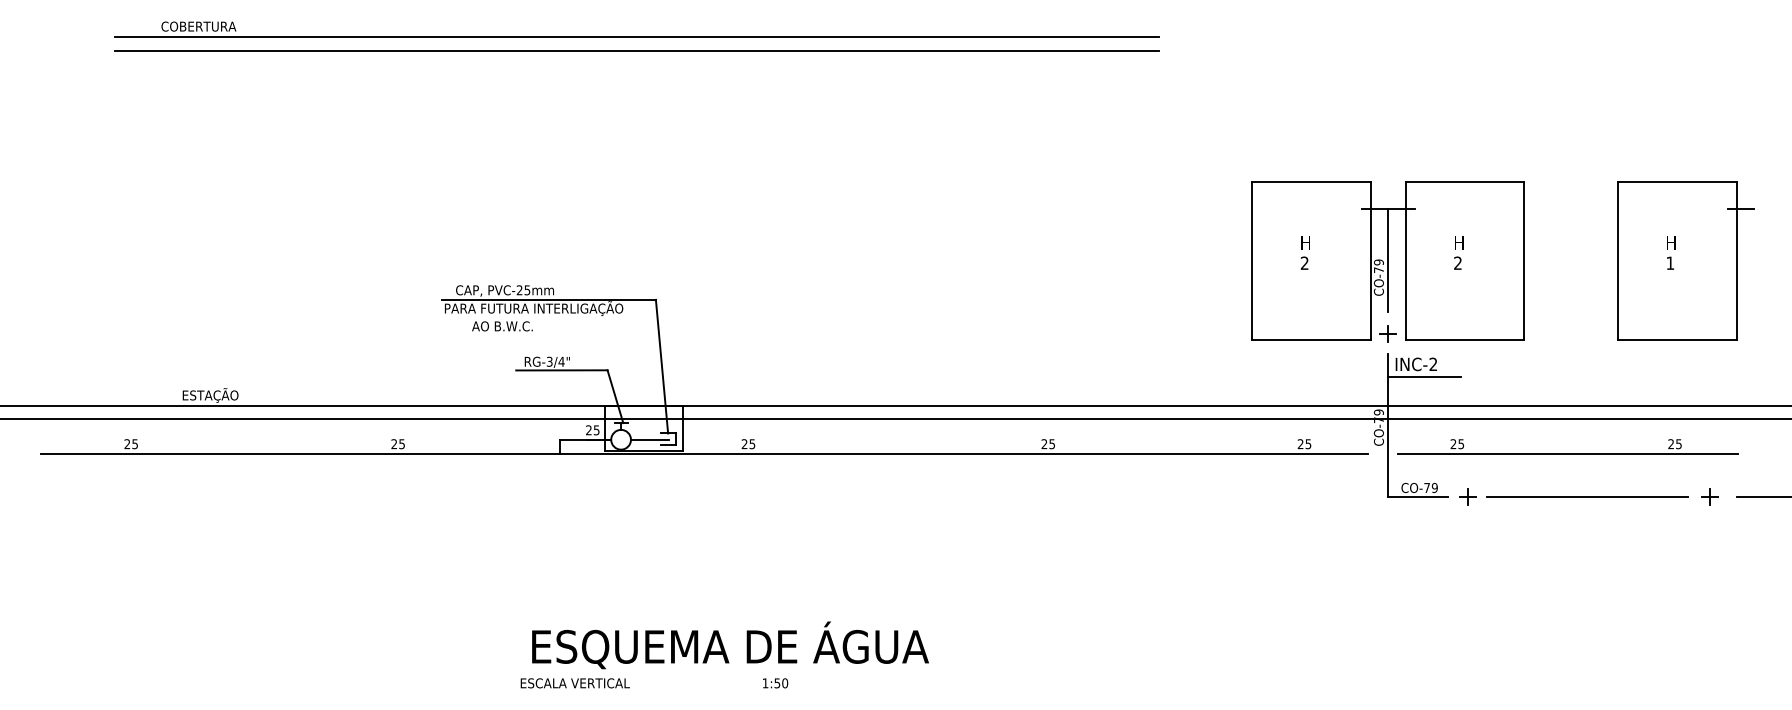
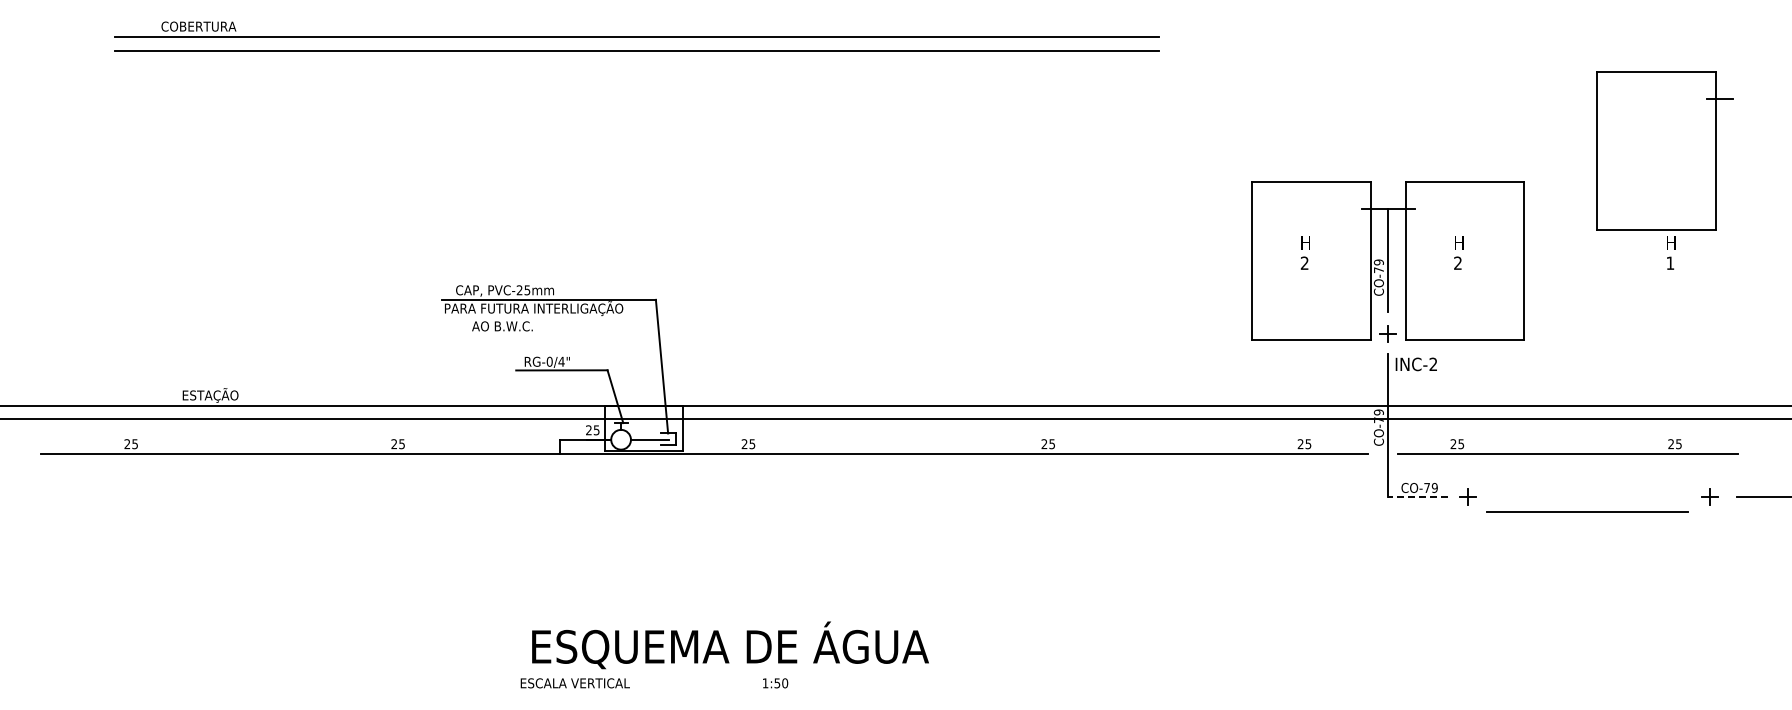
part at (1685, 260) position: (1685, 260) -> (1664, 150)
text at (549, 361): RG-3/4" -> RG-0/4"
line at (1424, 377): present -> none
line at (1587, 496) position: (1587, 496) -> (1587, 511)
line at (1418, 497): solid -> dashed
